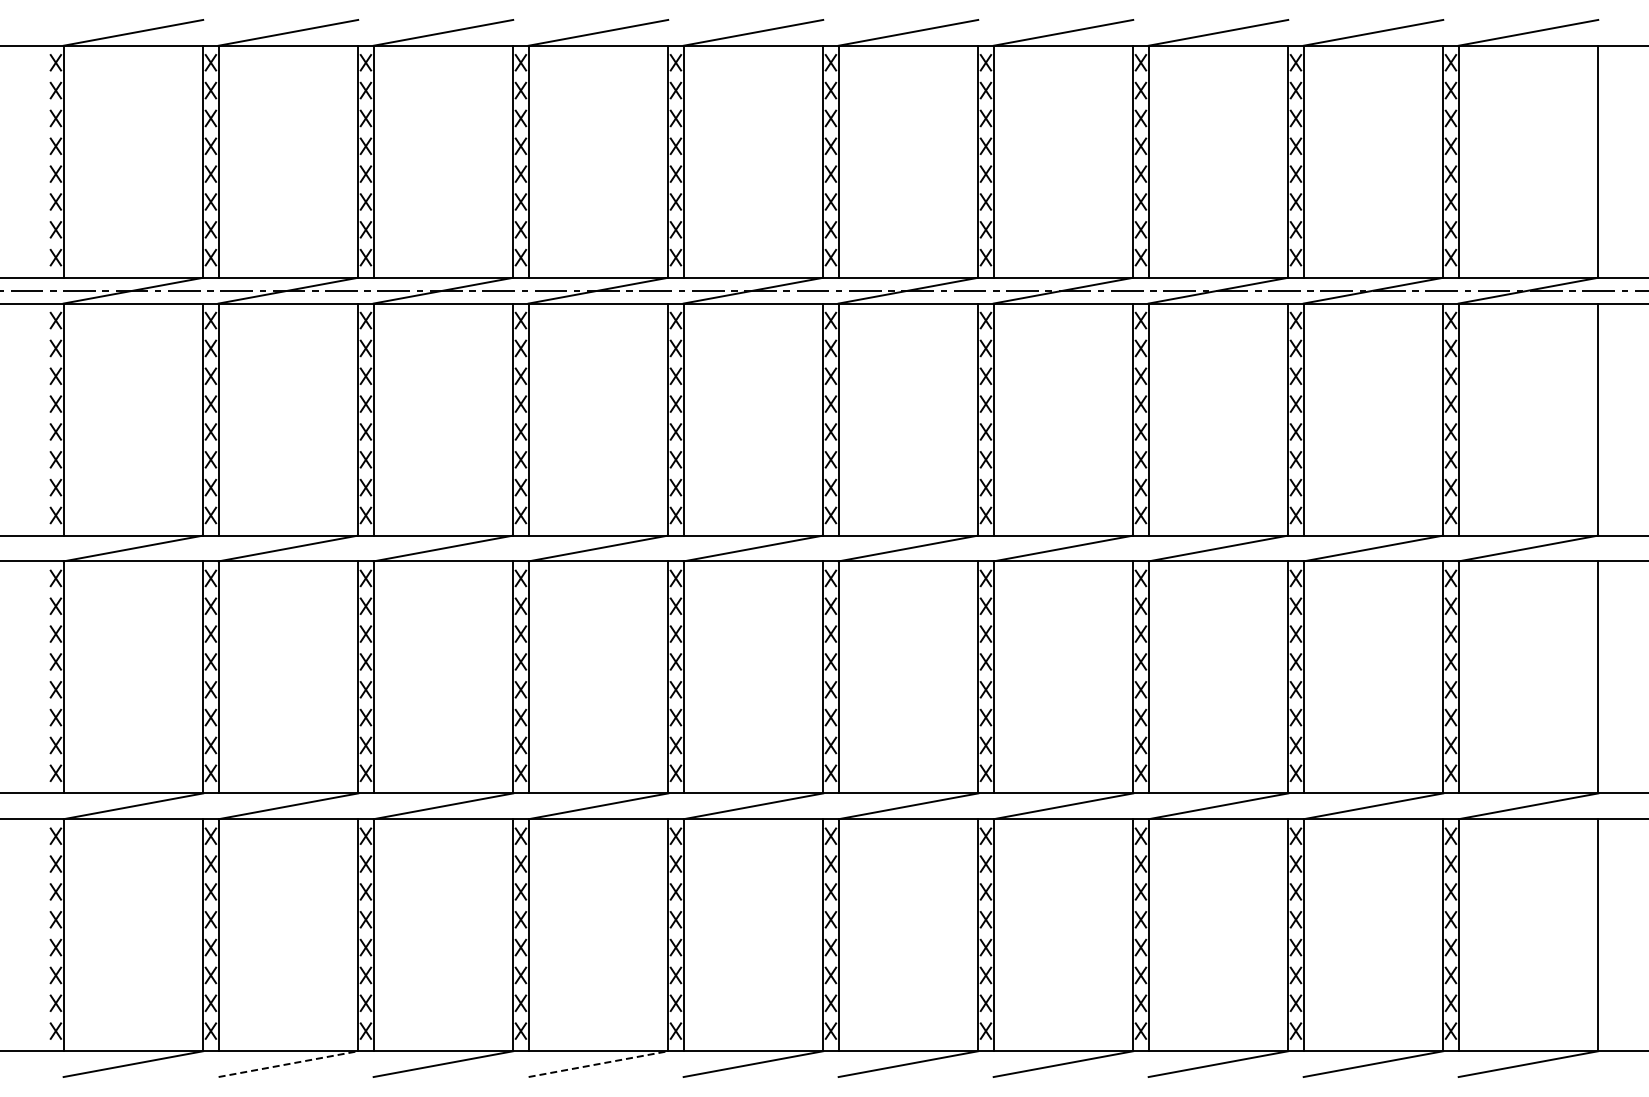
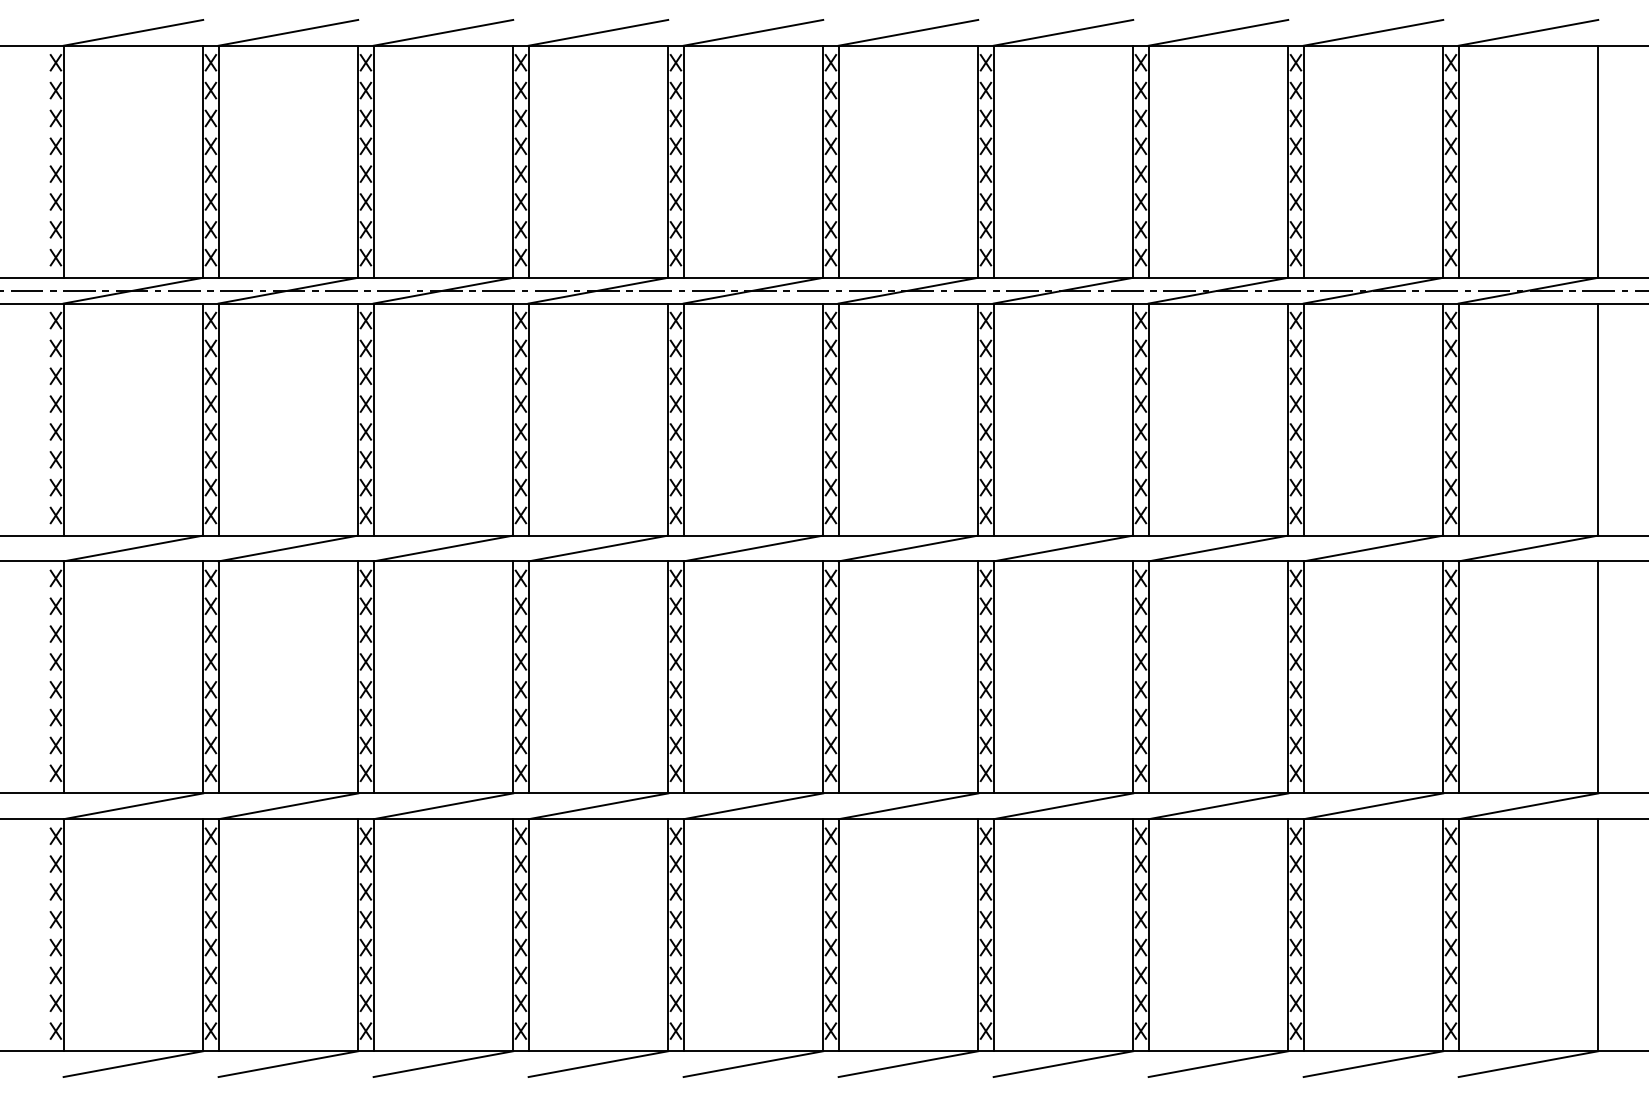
line at (288, 1064): dashed -> solid
line at (598, 1064): dashed -> solid
